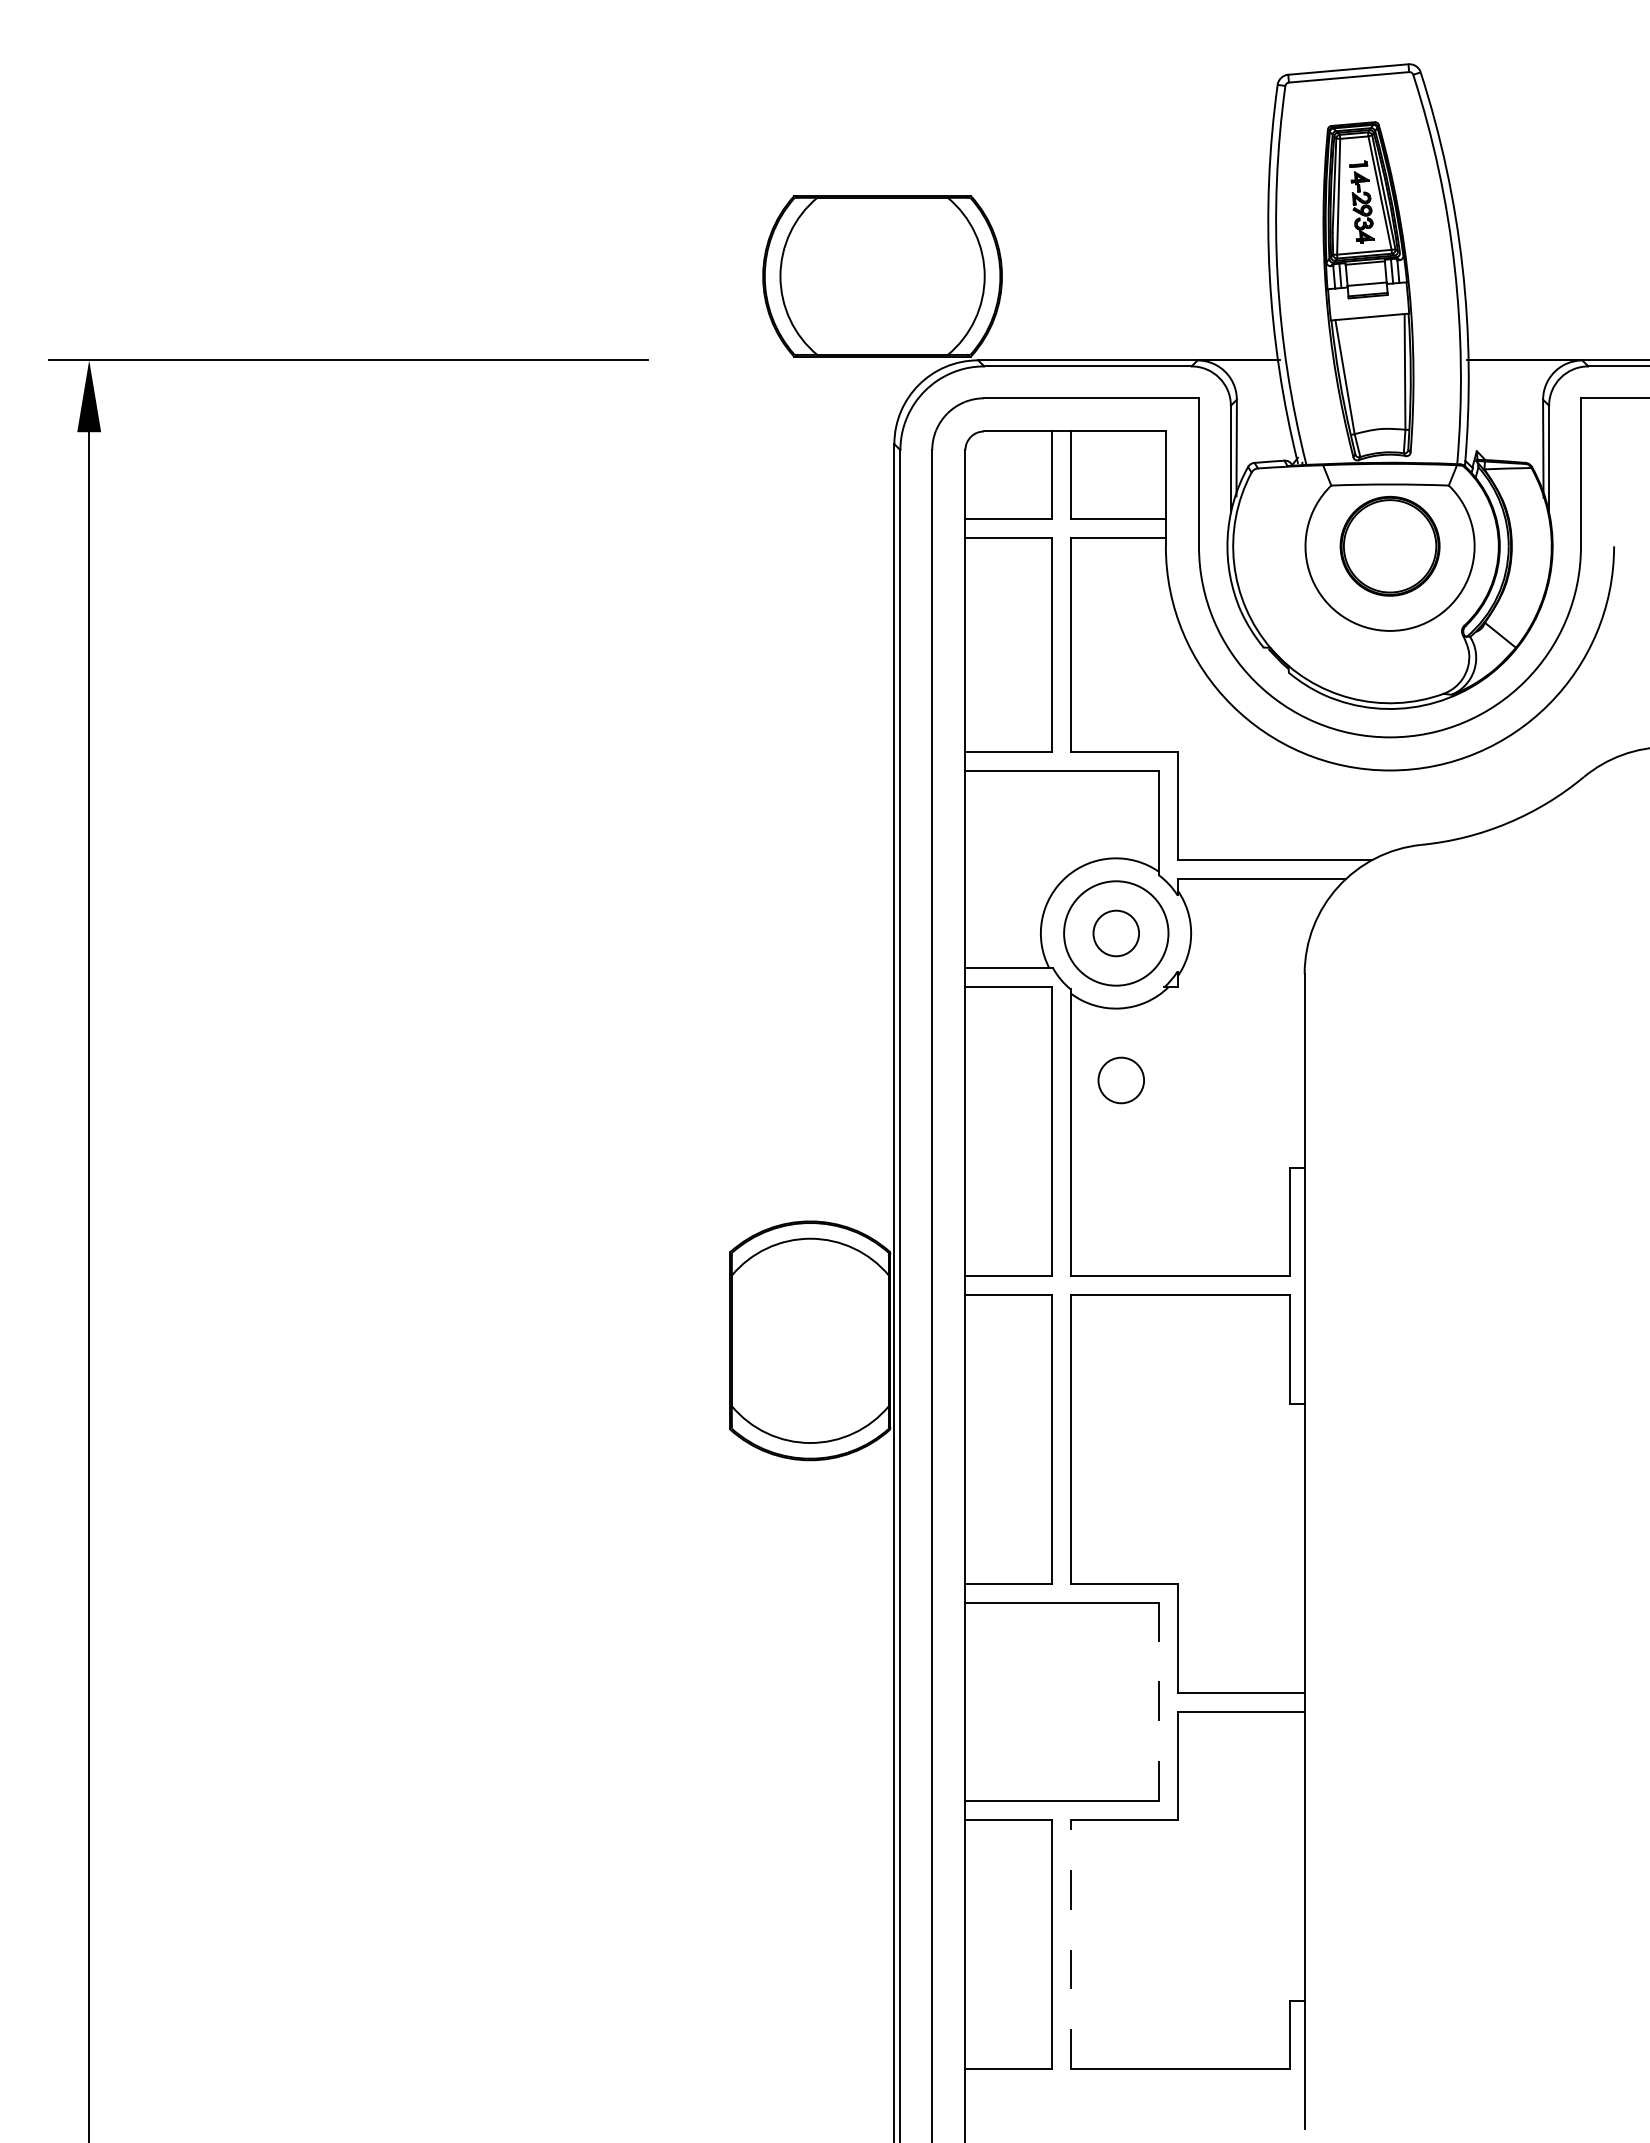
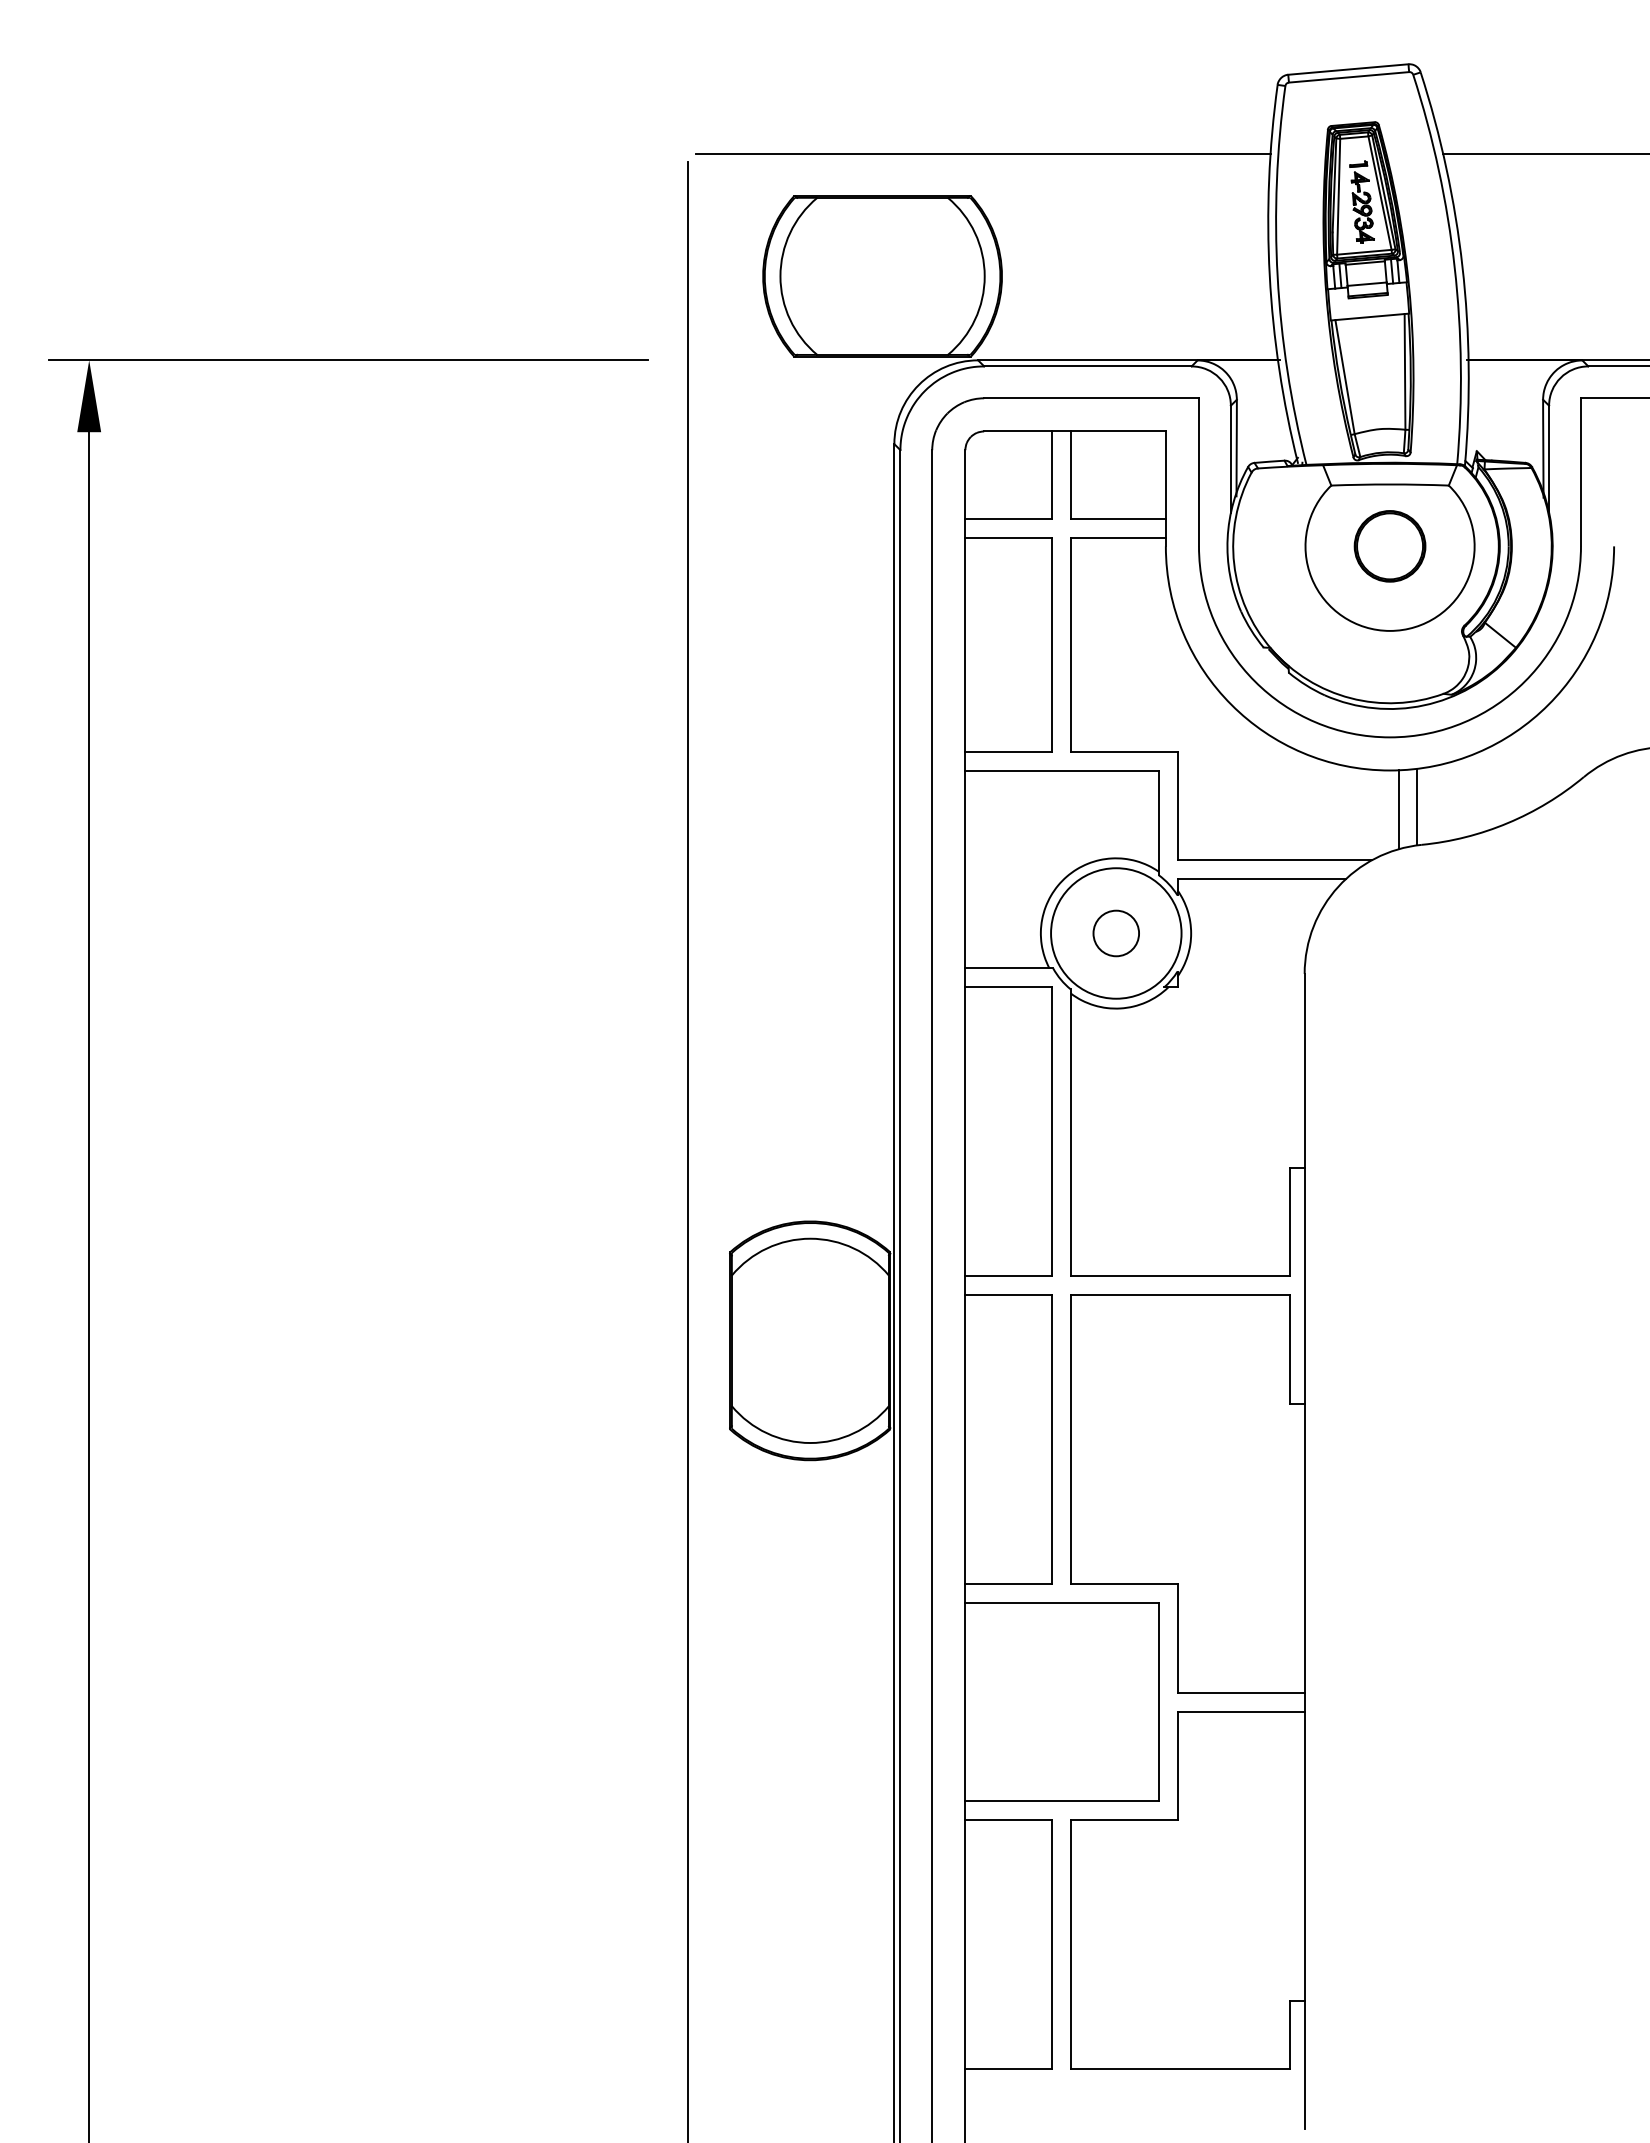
line at (982, 153): none -> present
line at (1544, 153): none -> present
part at (1389, 545) size: 102x102 px -> 74x73 px
line at (1417, 806): none -> present
line at (1398, 809): none -> present
circle at (1116, 933) diameter: 104 px -> 131 px
circle at (1120, 1080): present -> none
line at (687, 1150): none -> present
line at (1158, 1702): dashed -> solid
line at (1070, 1944): dashed -> solid
